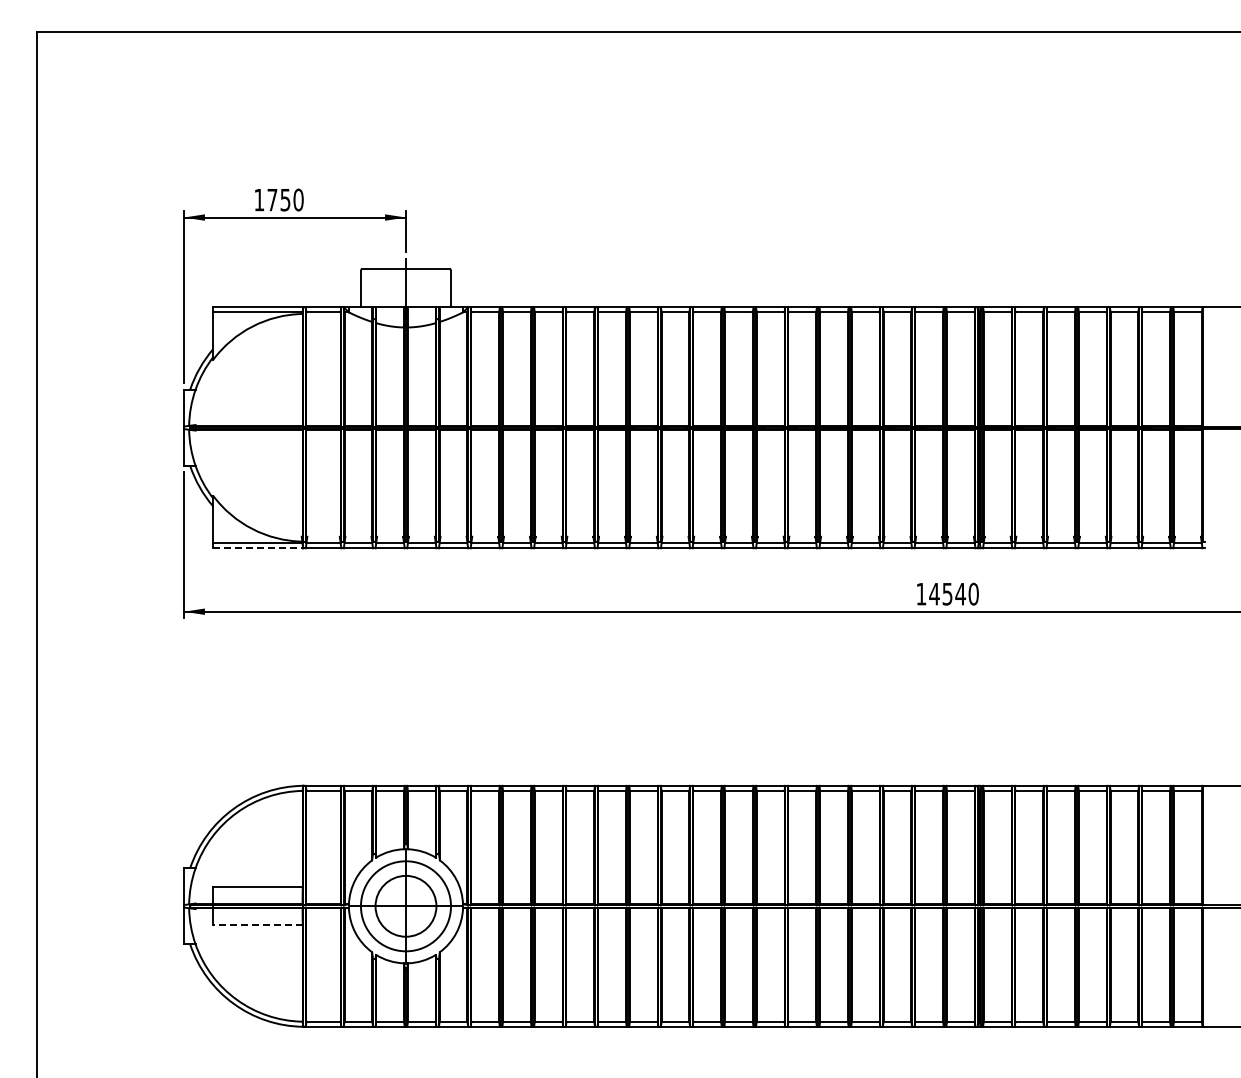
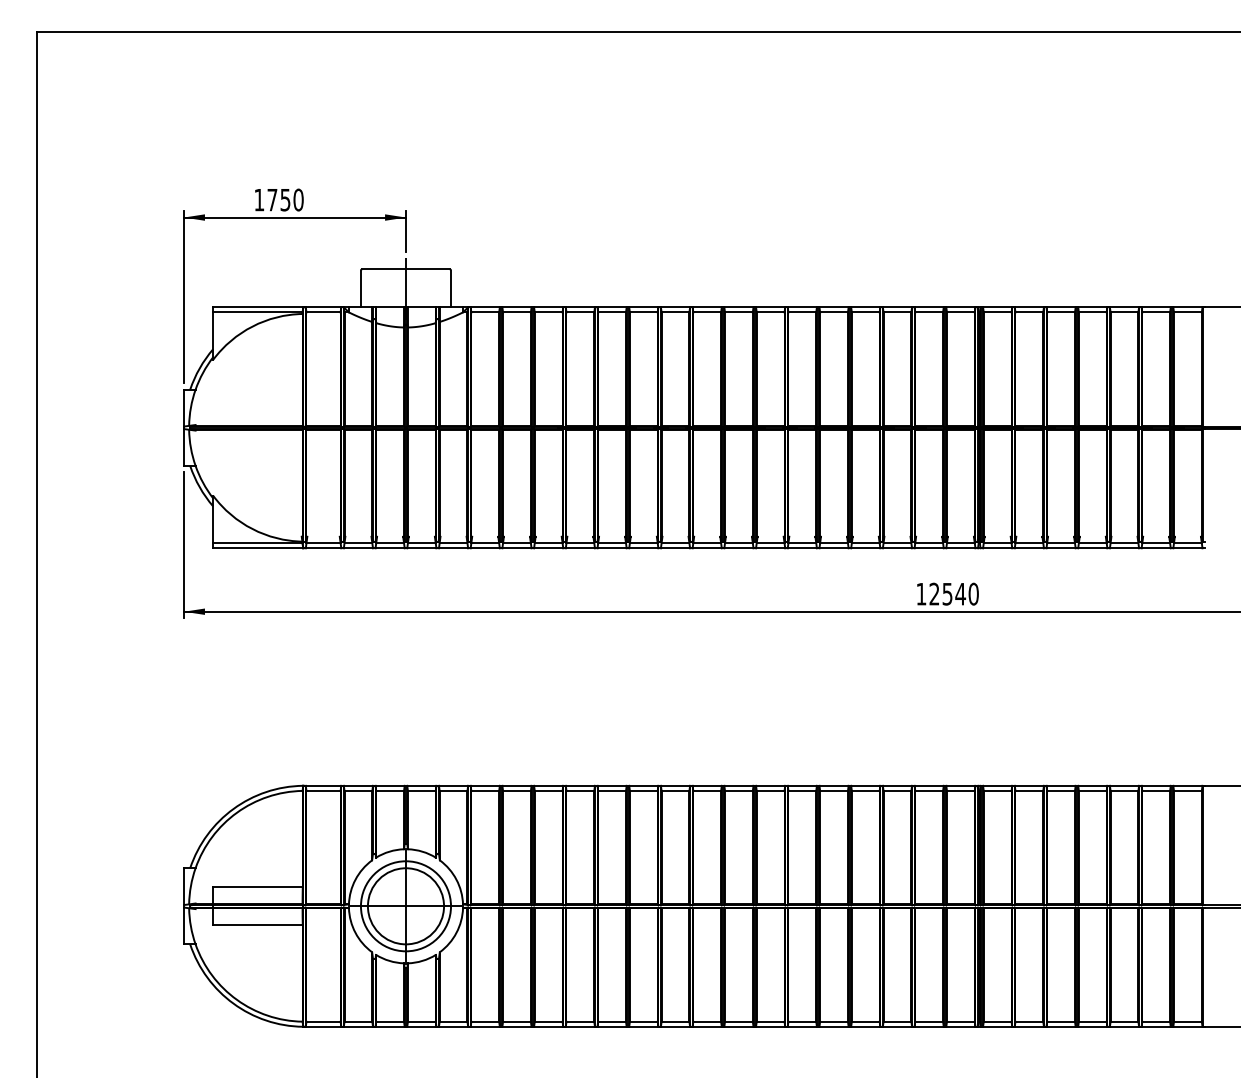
line at (258, 548): dashed -> solid
text at (934, 593): 14540 -> 12540
circle at (405, 905) diameter: 61 px -> 76 px
line at (258, 925): dashed -> solid
